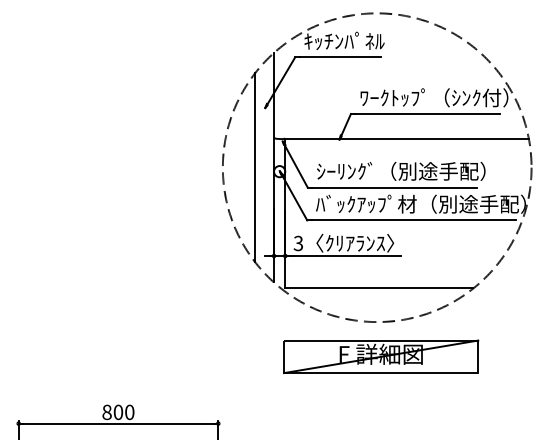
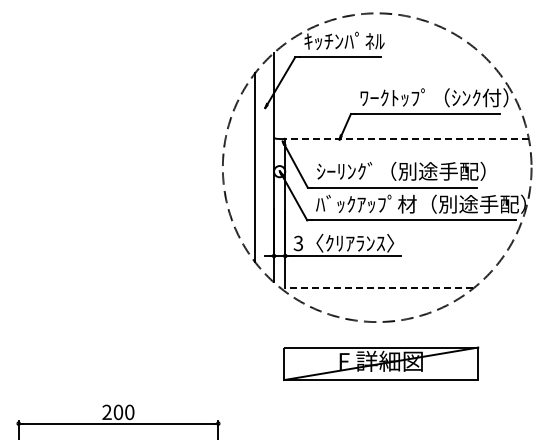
line at (407, 138): solid -> dashed
line at (378, 288): solid -> dashed
part at (381, 356) position: (381, 356) -> (381, 363)
text at (106, 412): 800 -> 200
